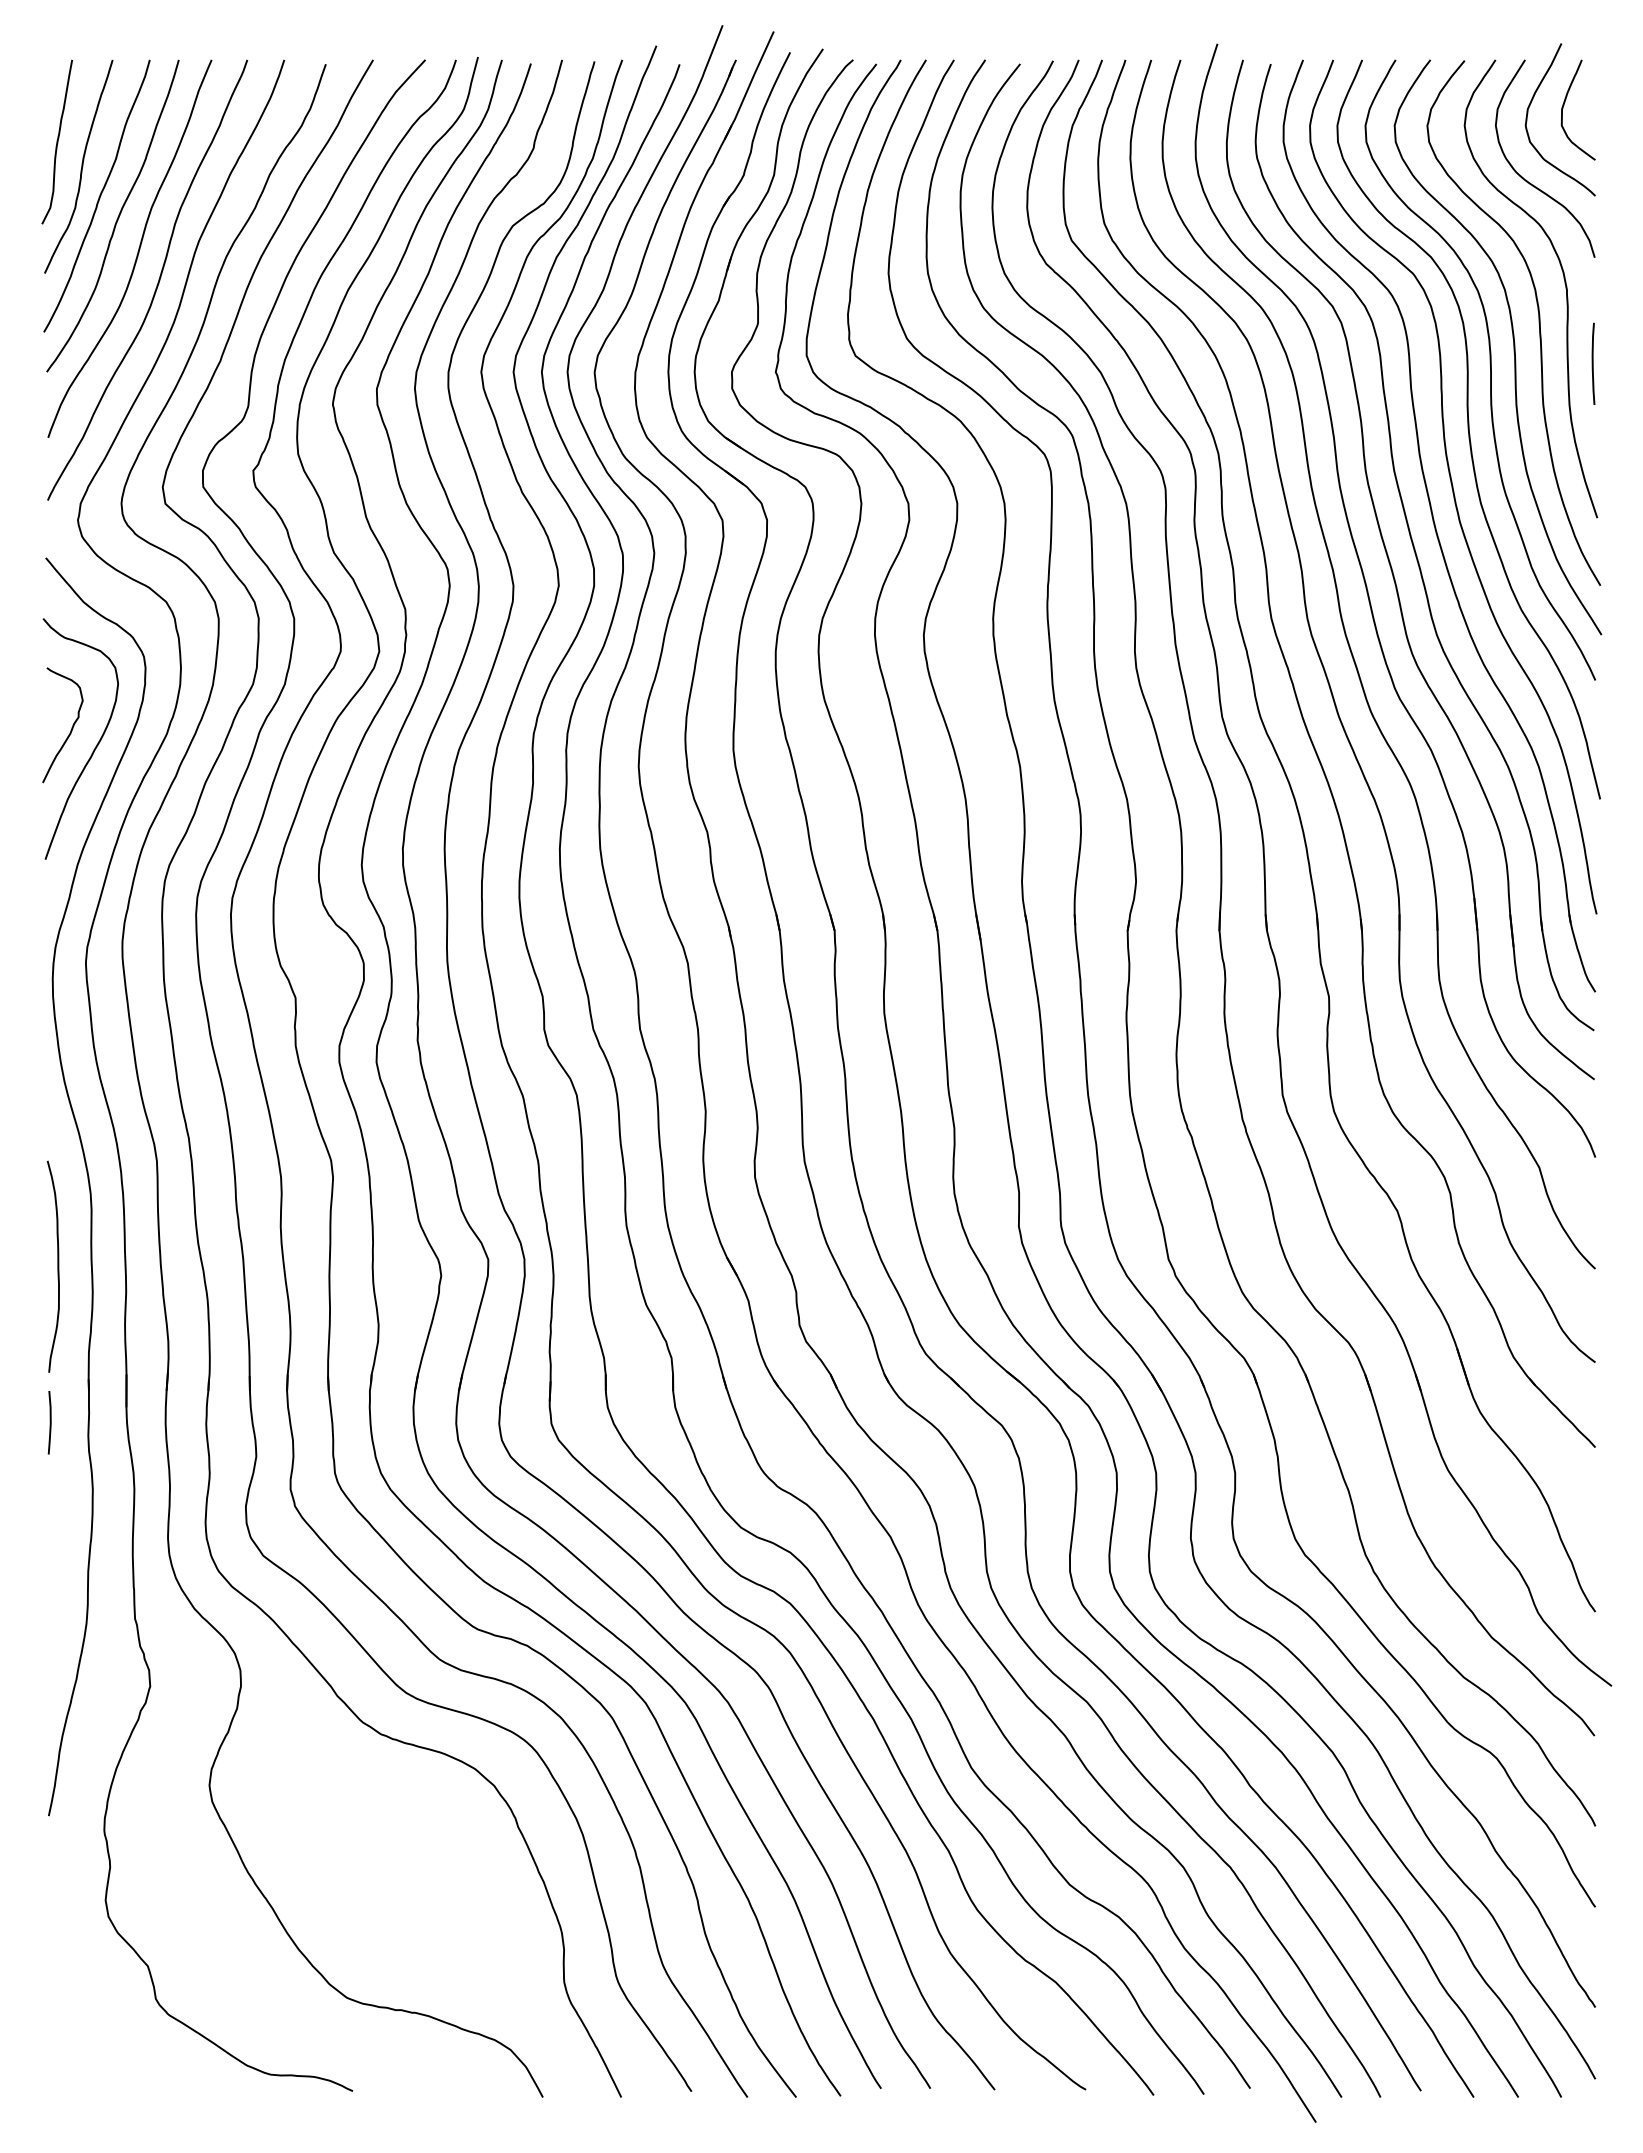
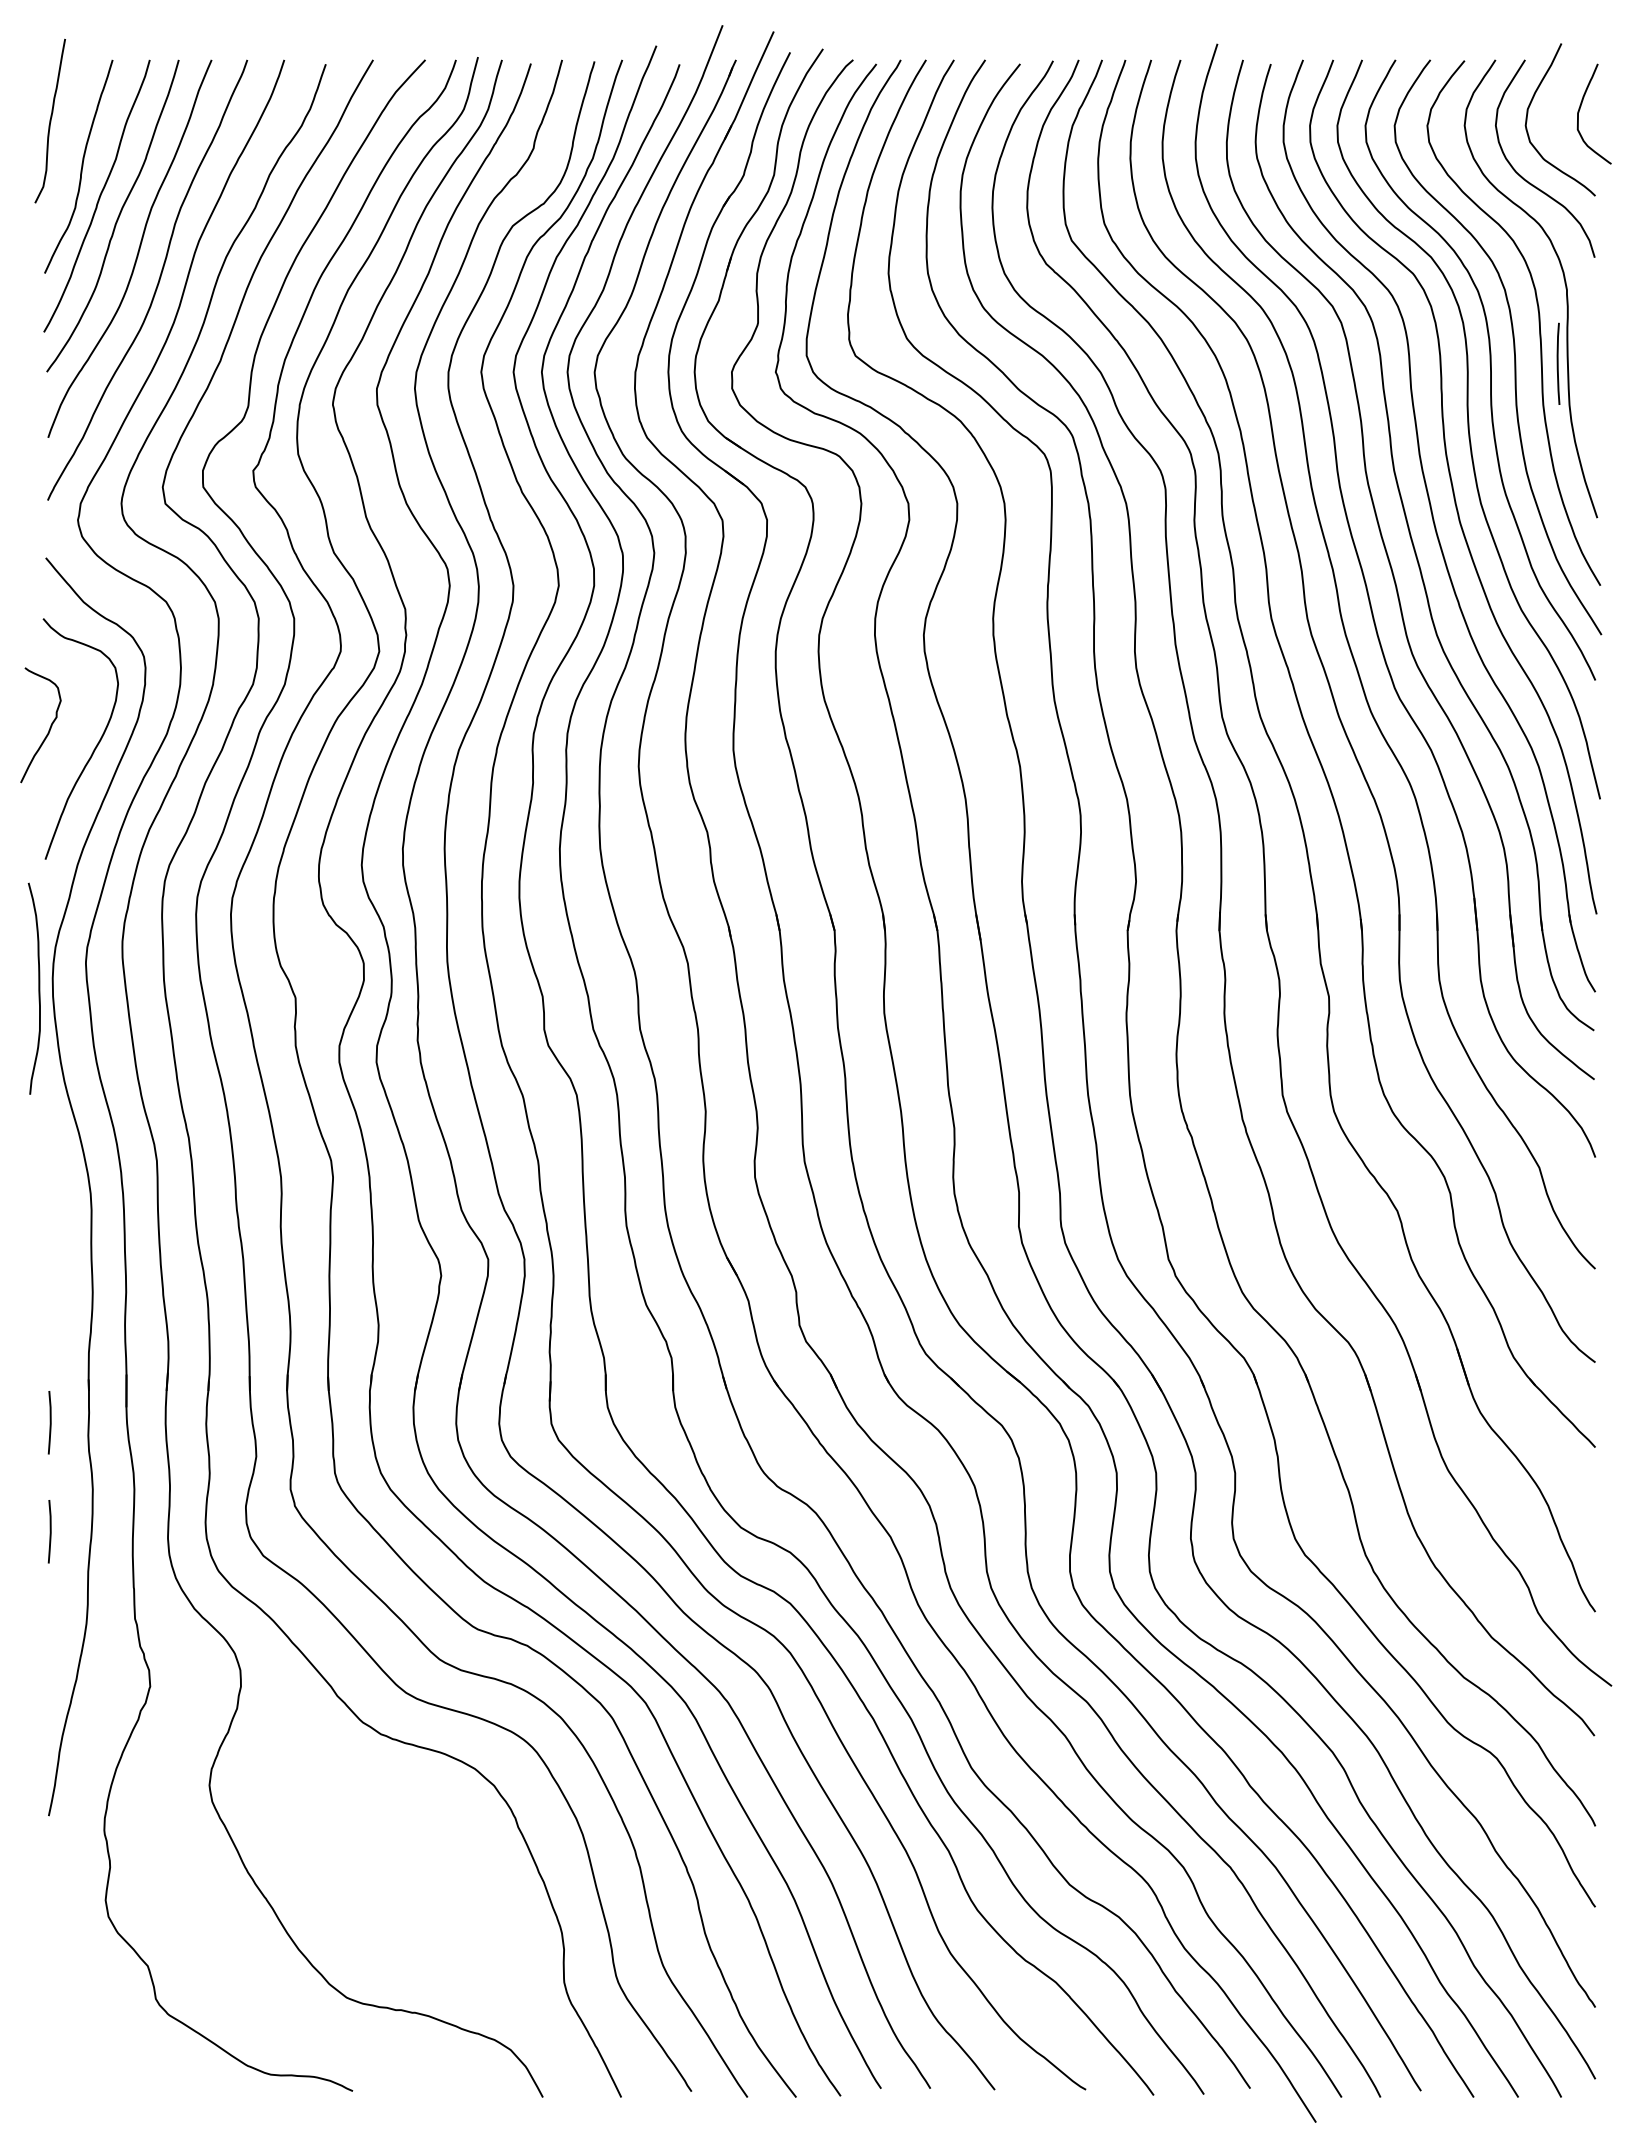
curve at (1564, 105) position: (1564, 105) -> (1580, 109)
curve at (56, 141) position: (56, 141) -> (49, 120)
curve at (1593, 363) position: (1593, 363) -> (1558, 363)
curve at (71, 727) position: (71, 727) -> (49, 727)
curve at (57, 1266) position: (57, 1266) -> (38, 988)
line at (49, 1531): none -> present
